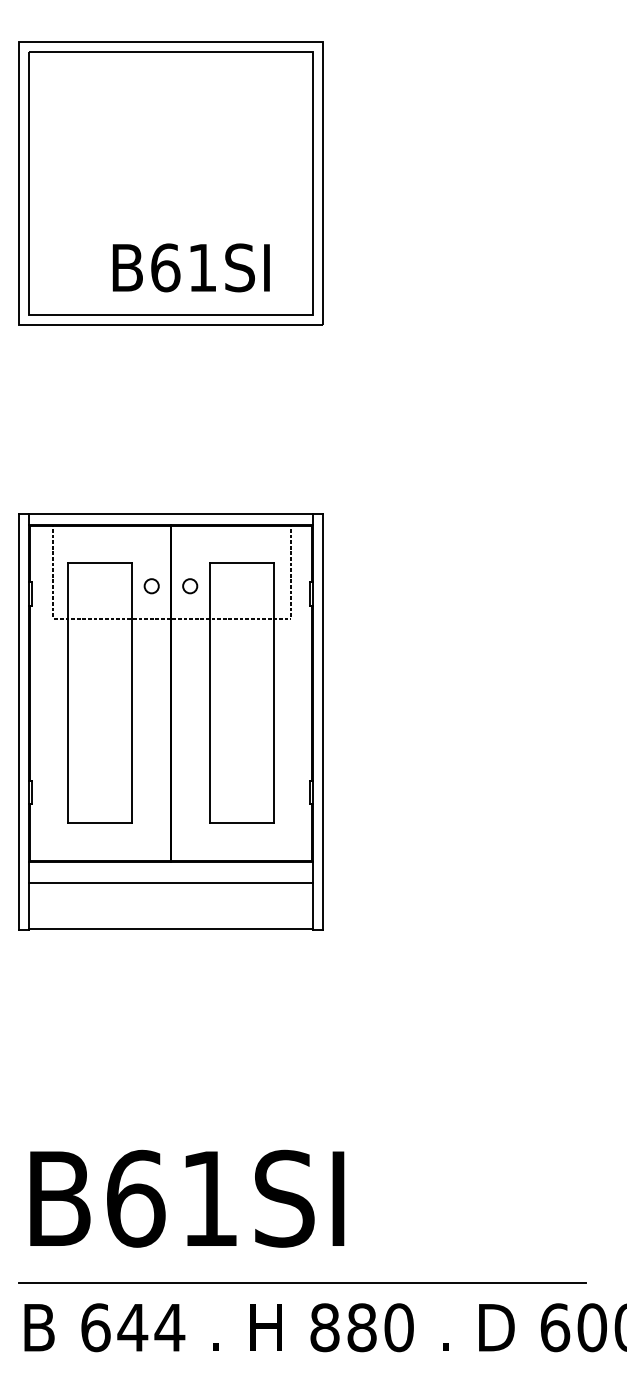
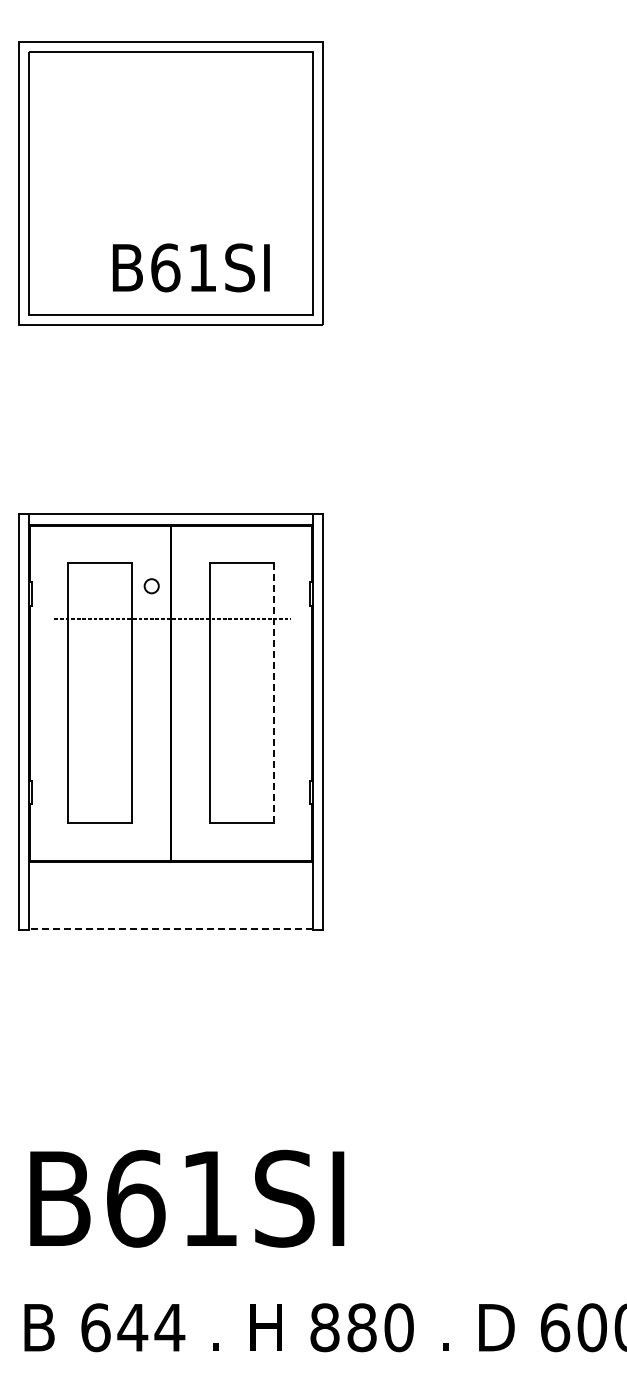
line at (52, 571): present -> none
line at (290, 571): present -> none
circle at (190, 586): present -> none
line at (273, 693): solid -> dashed
line at (170, 882): present -> none
line at (170, 929): solid -> dashed
line at (301, 1283): present -> none
